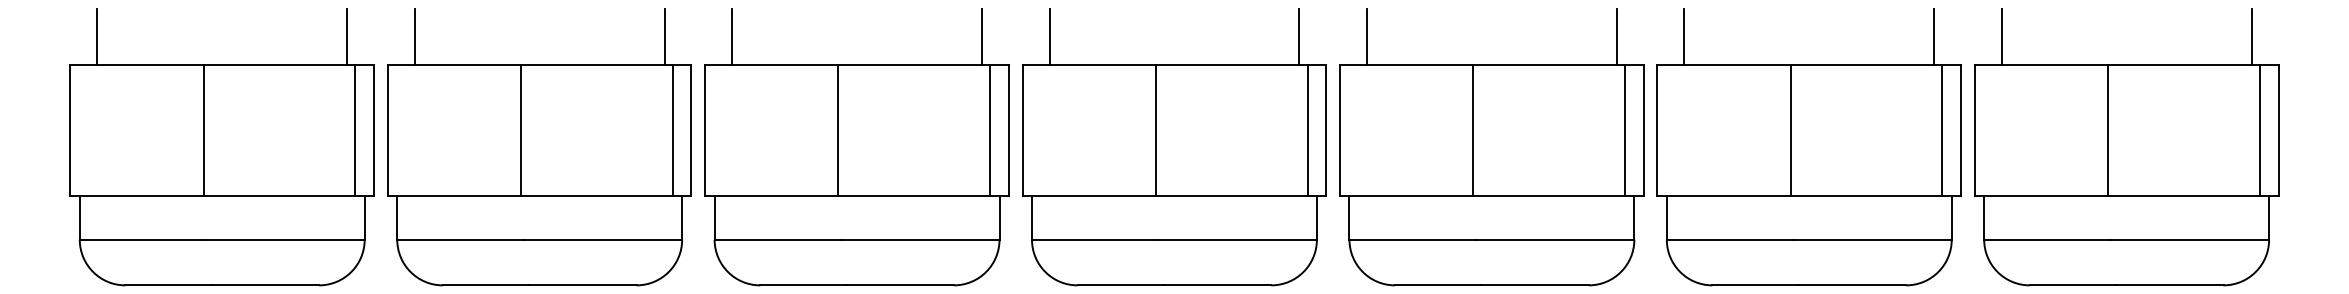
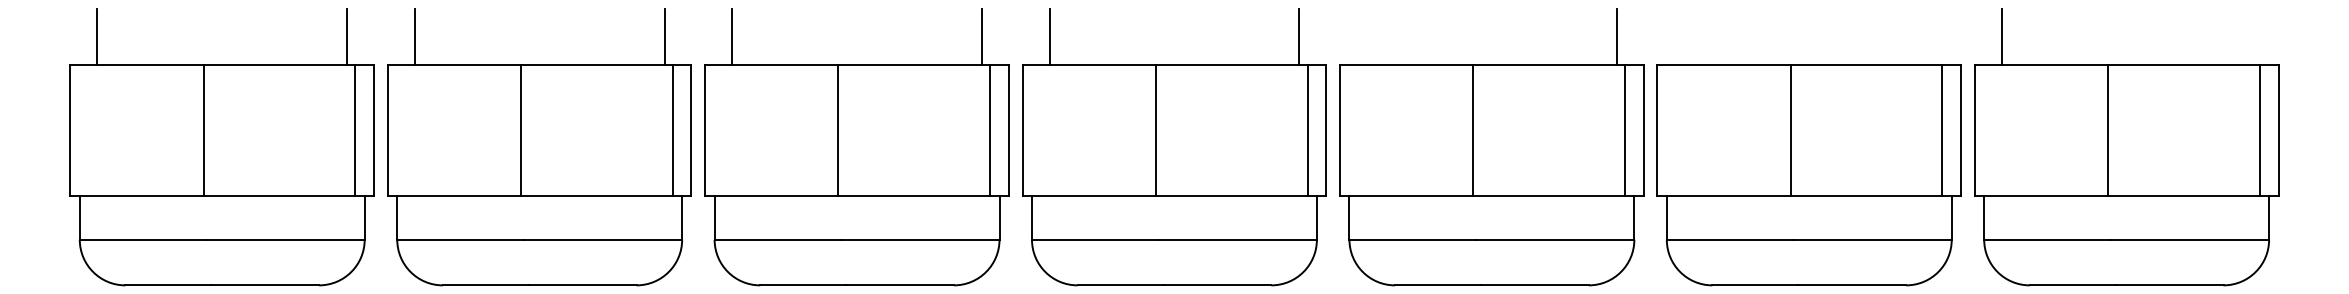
line at (1366, 36): present -> none
line at (1684, 36): present -> none
line at (1934, 36): present -> none
line at (2251, 36): present -> none
